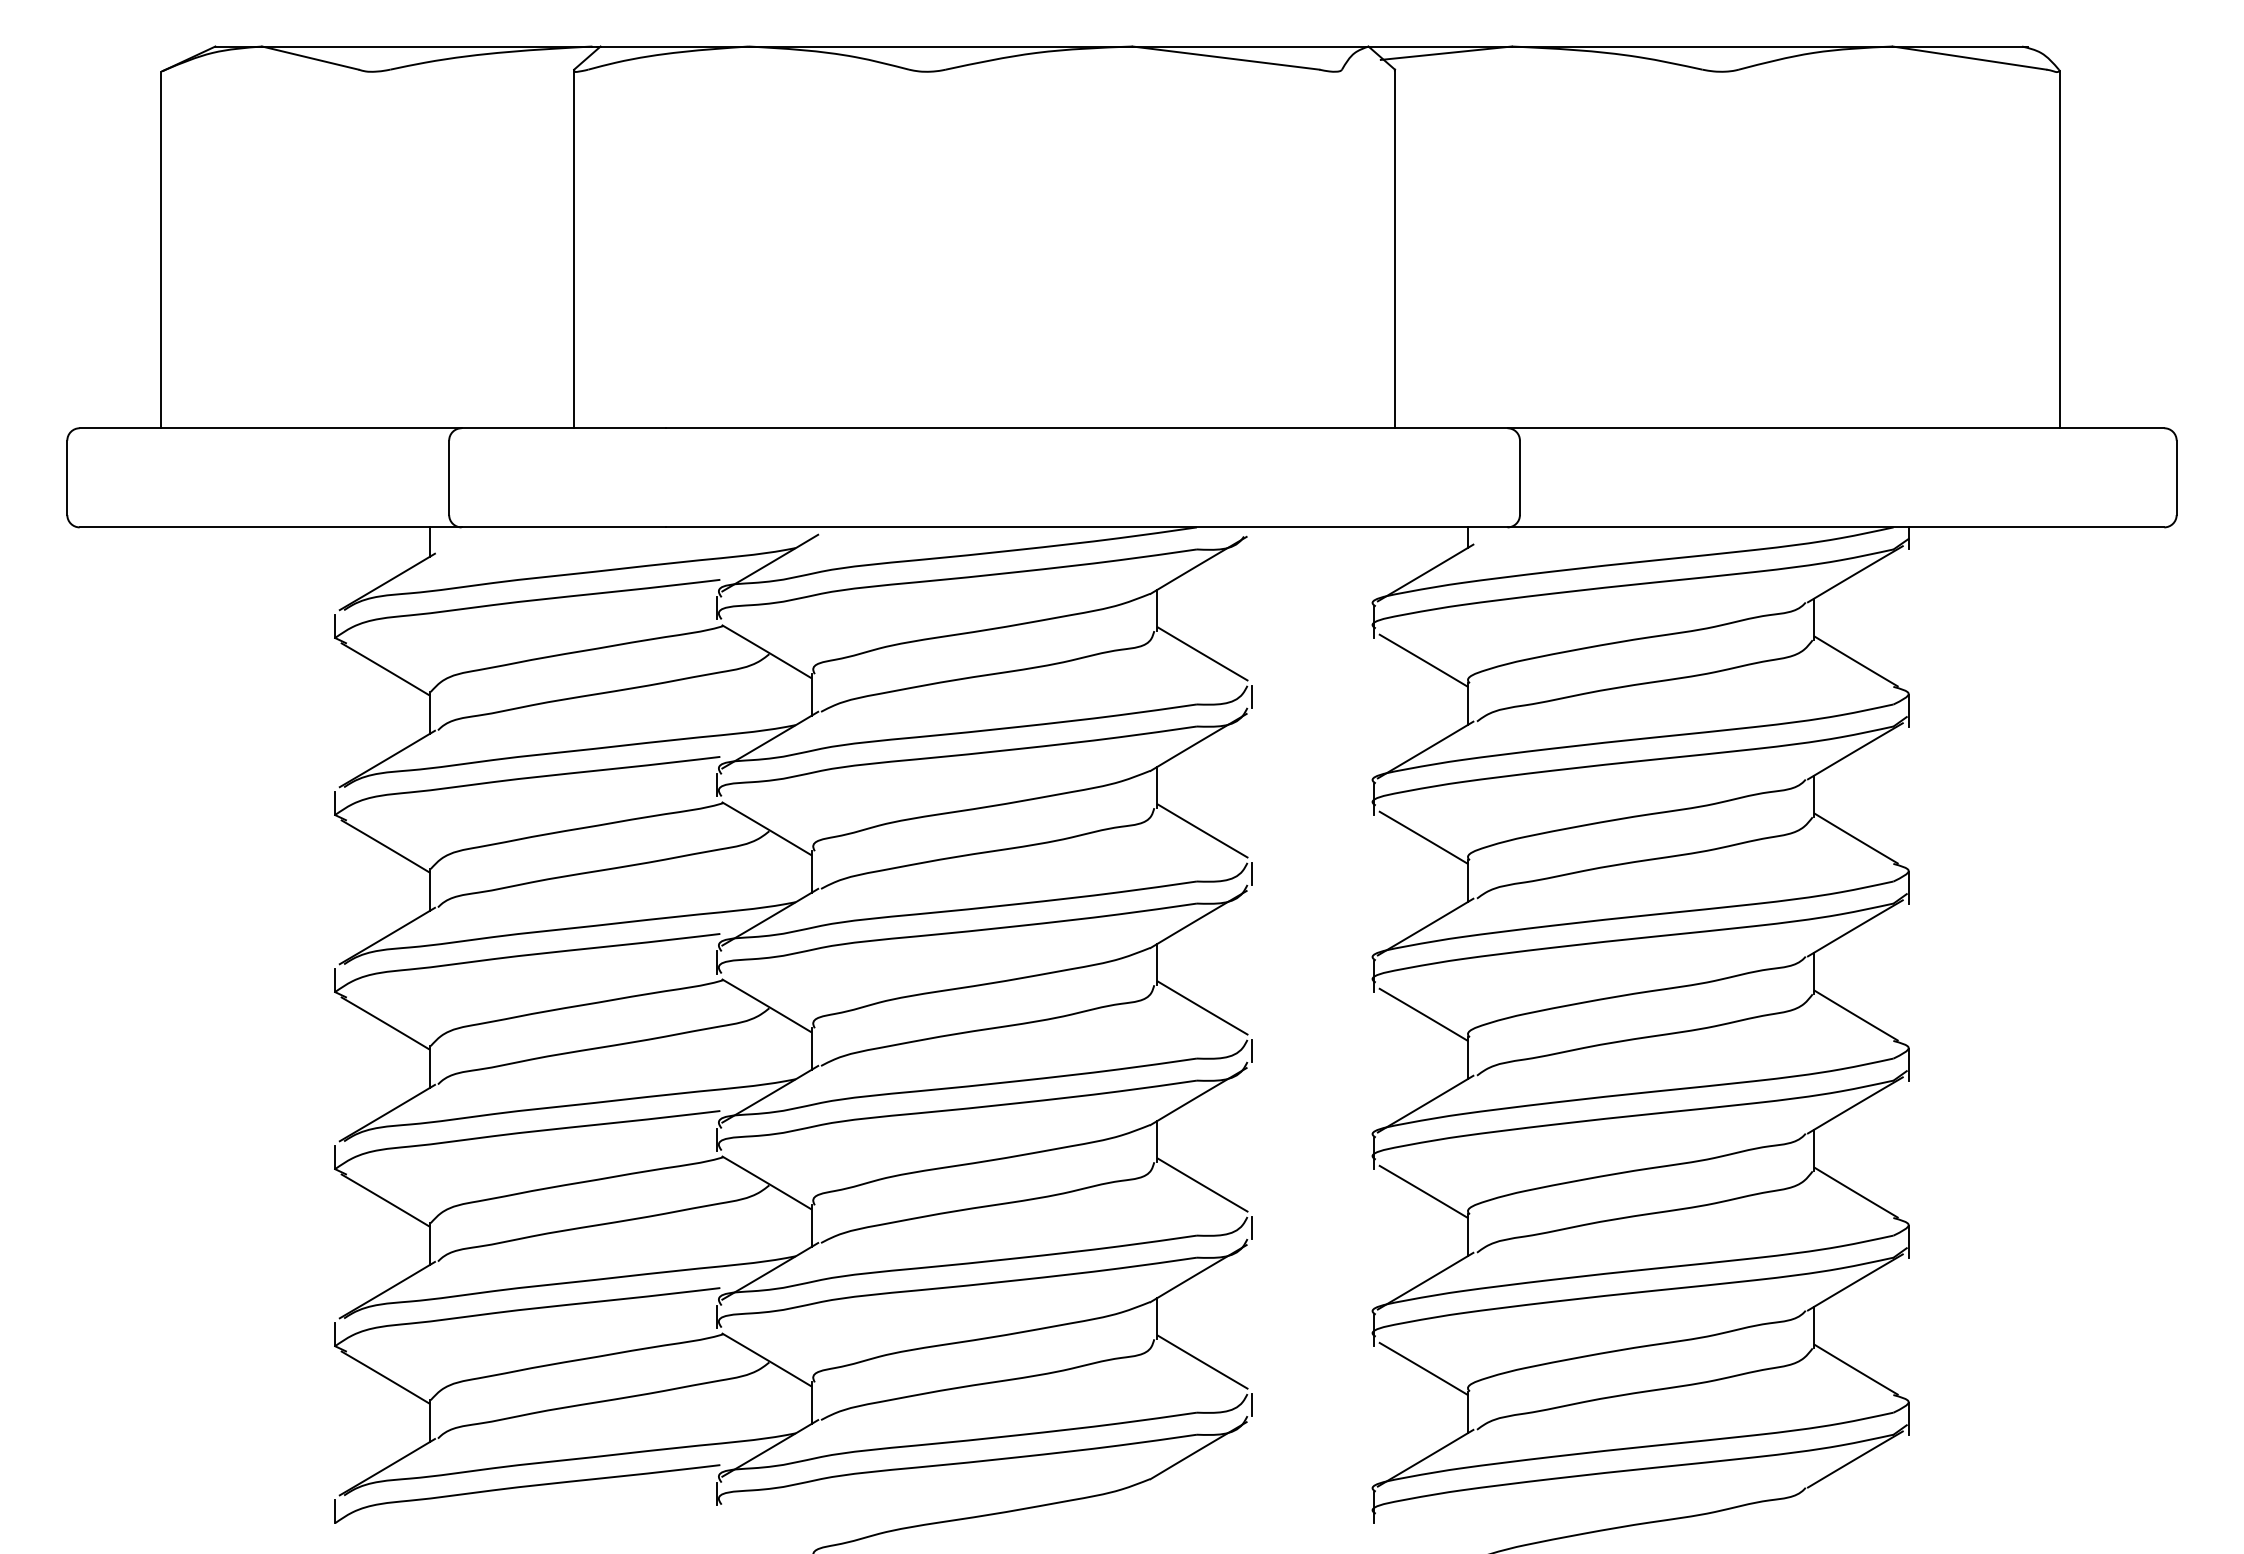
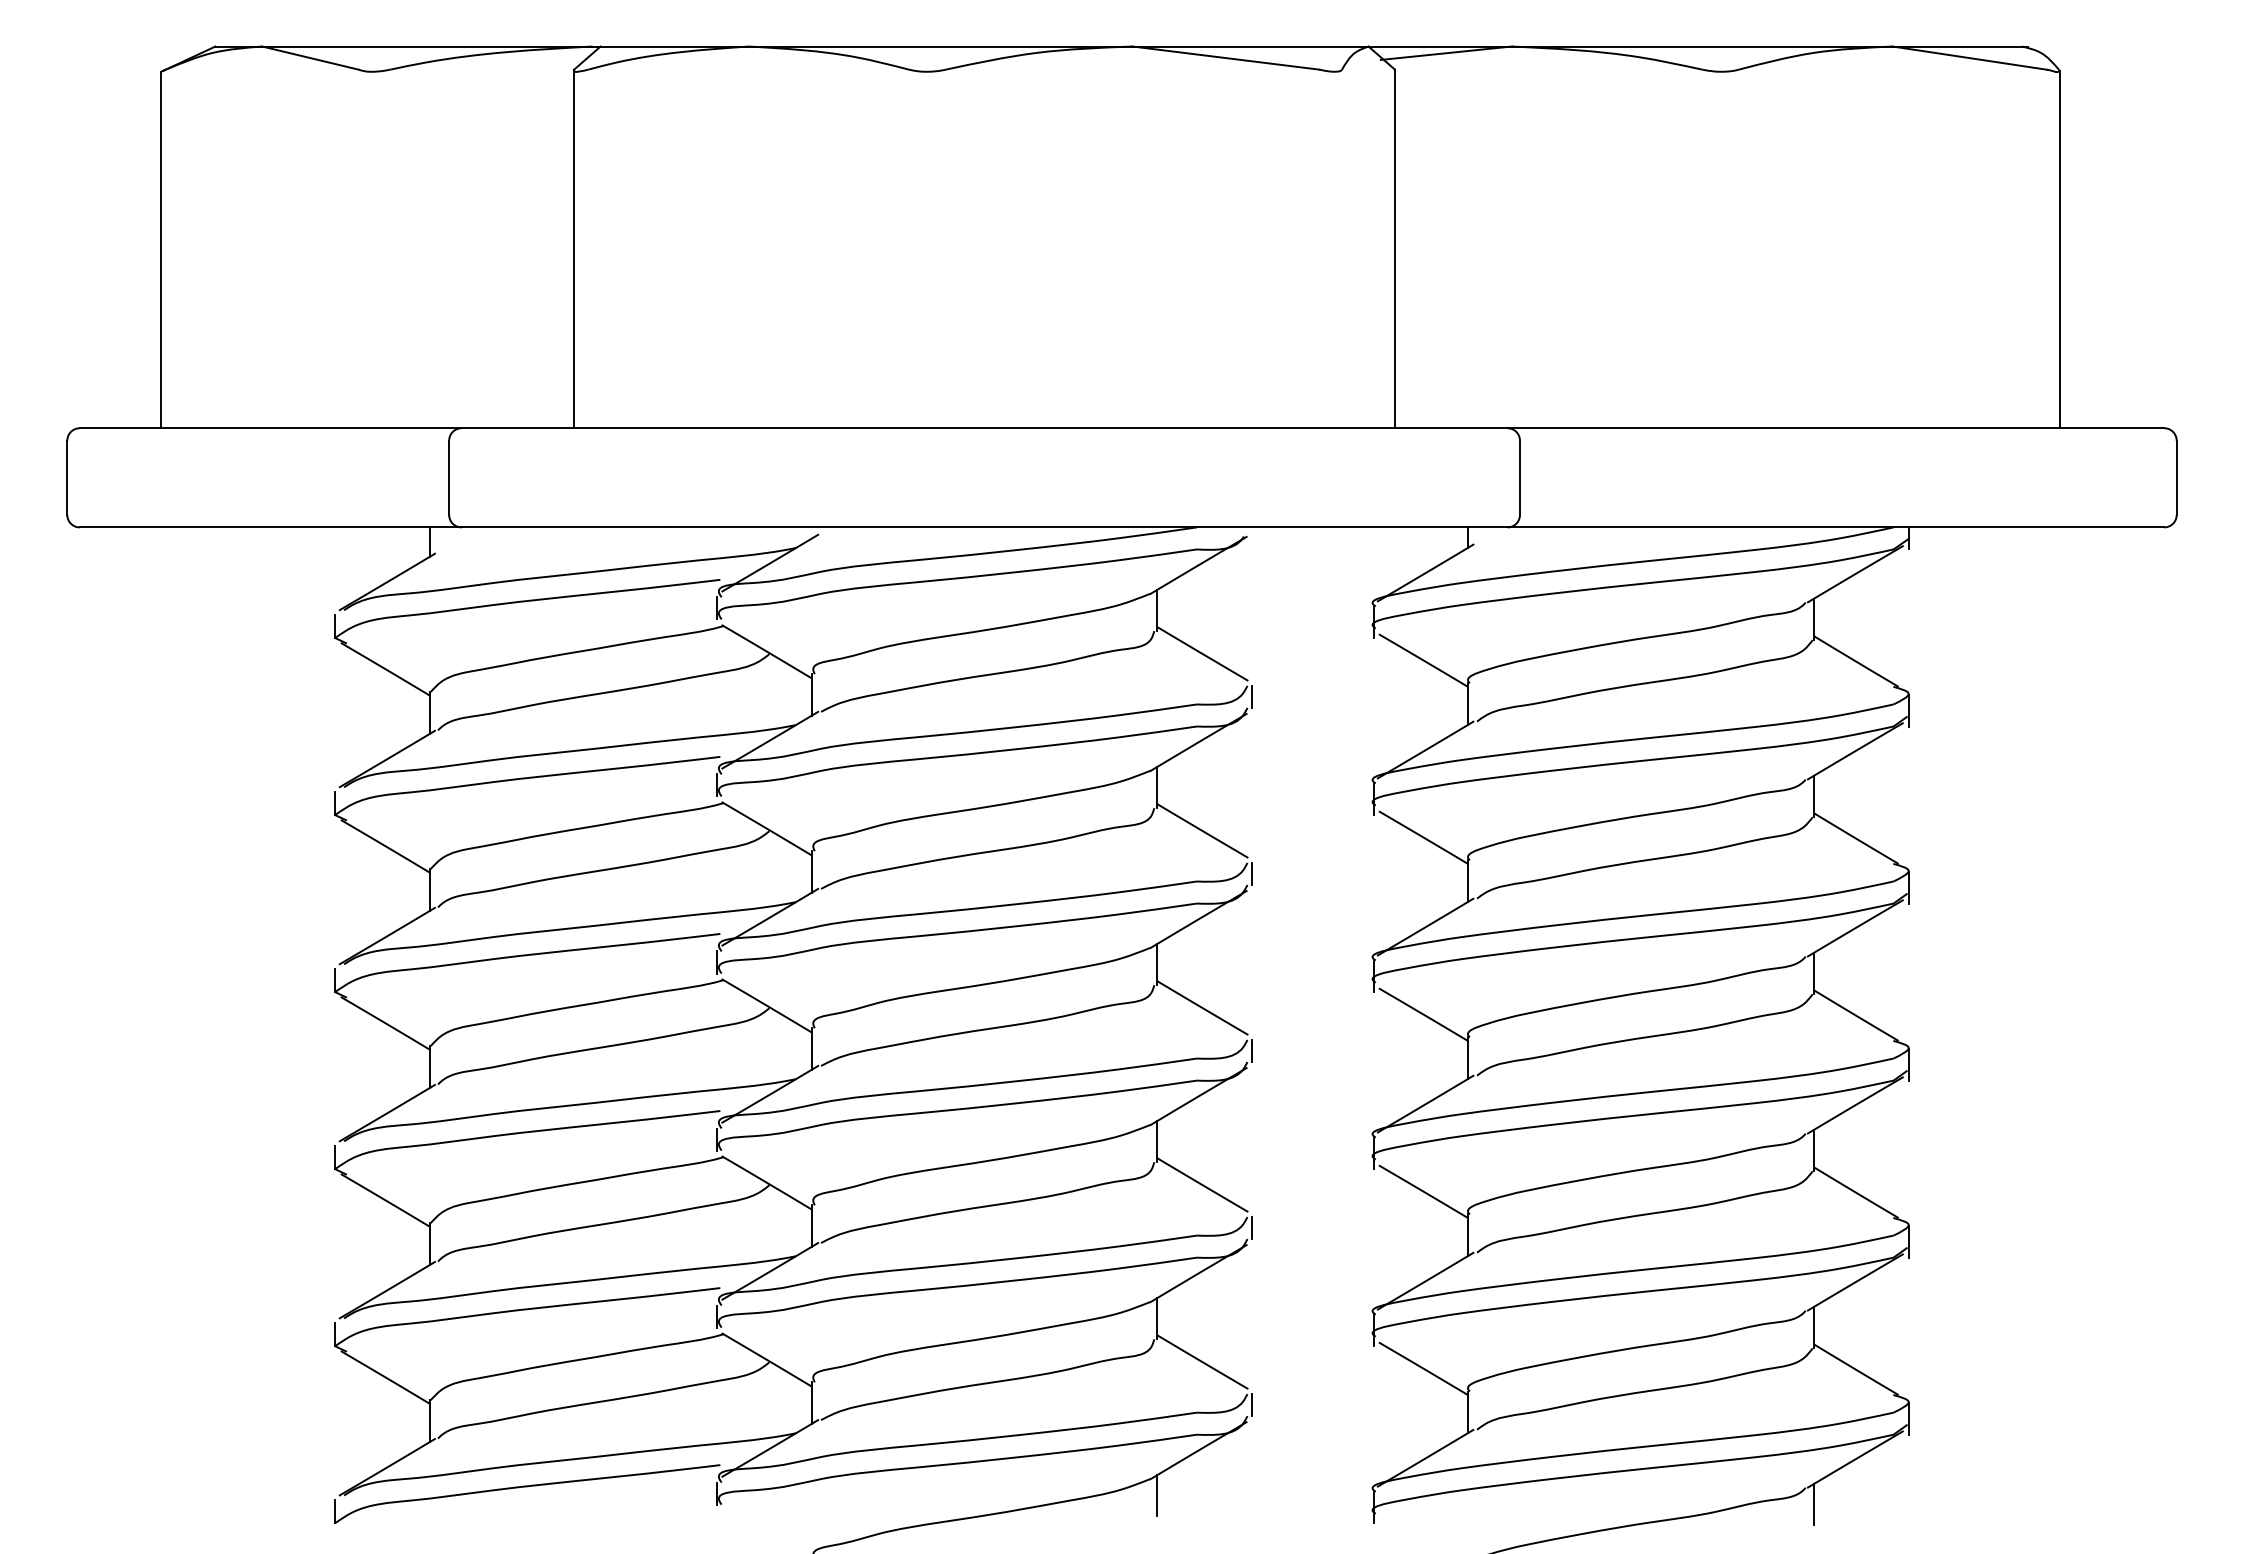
line at (1157, 1495): none -> present
line at (1814, 1504): none -> present
